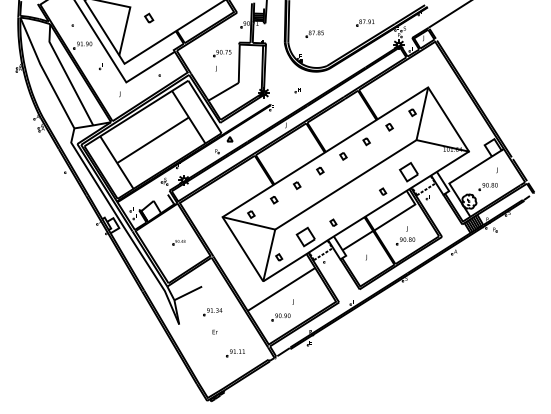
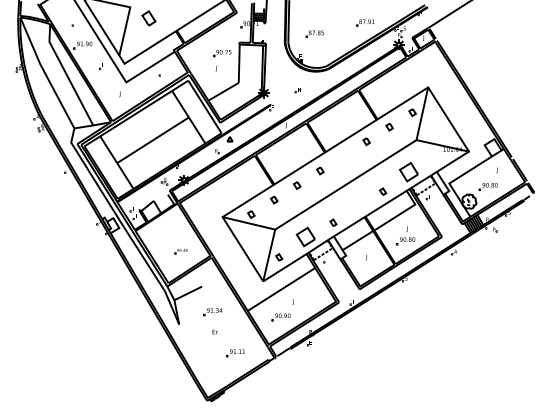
part at (149, 17) size: 11x12 px -> 16x17 px
part at (343, 156): present -> none
part at (178, 242) position: (178, 242) -> (180, 251)
